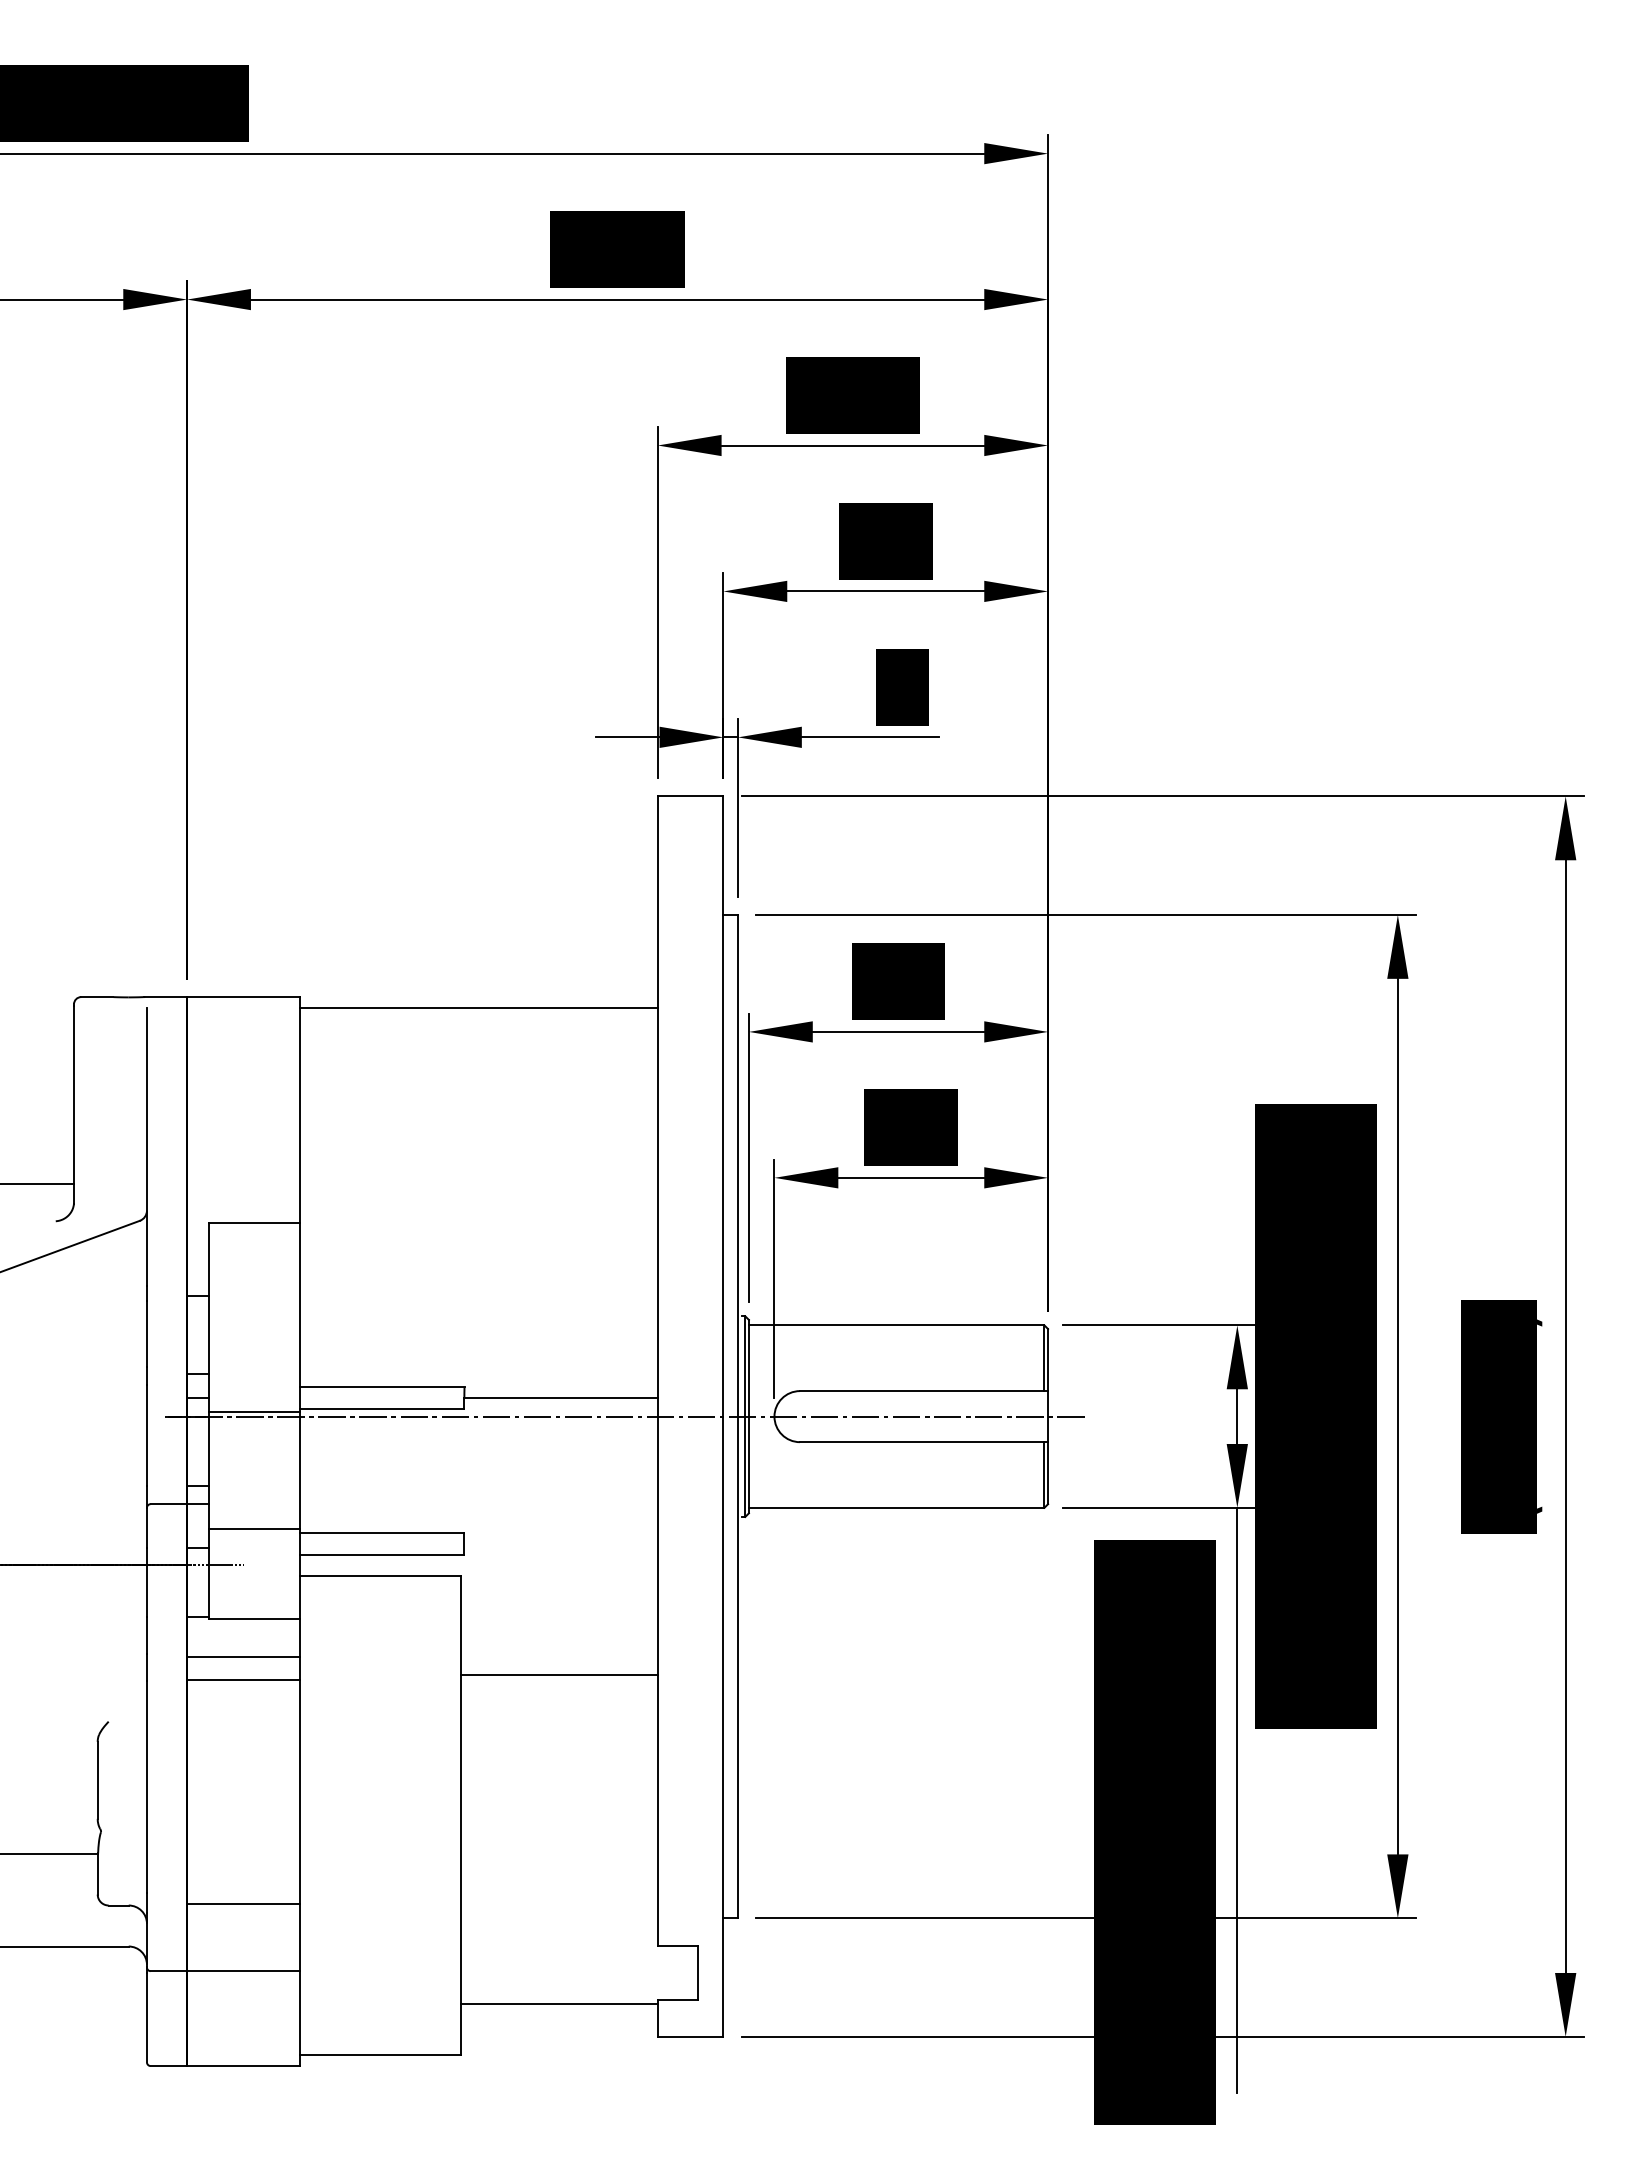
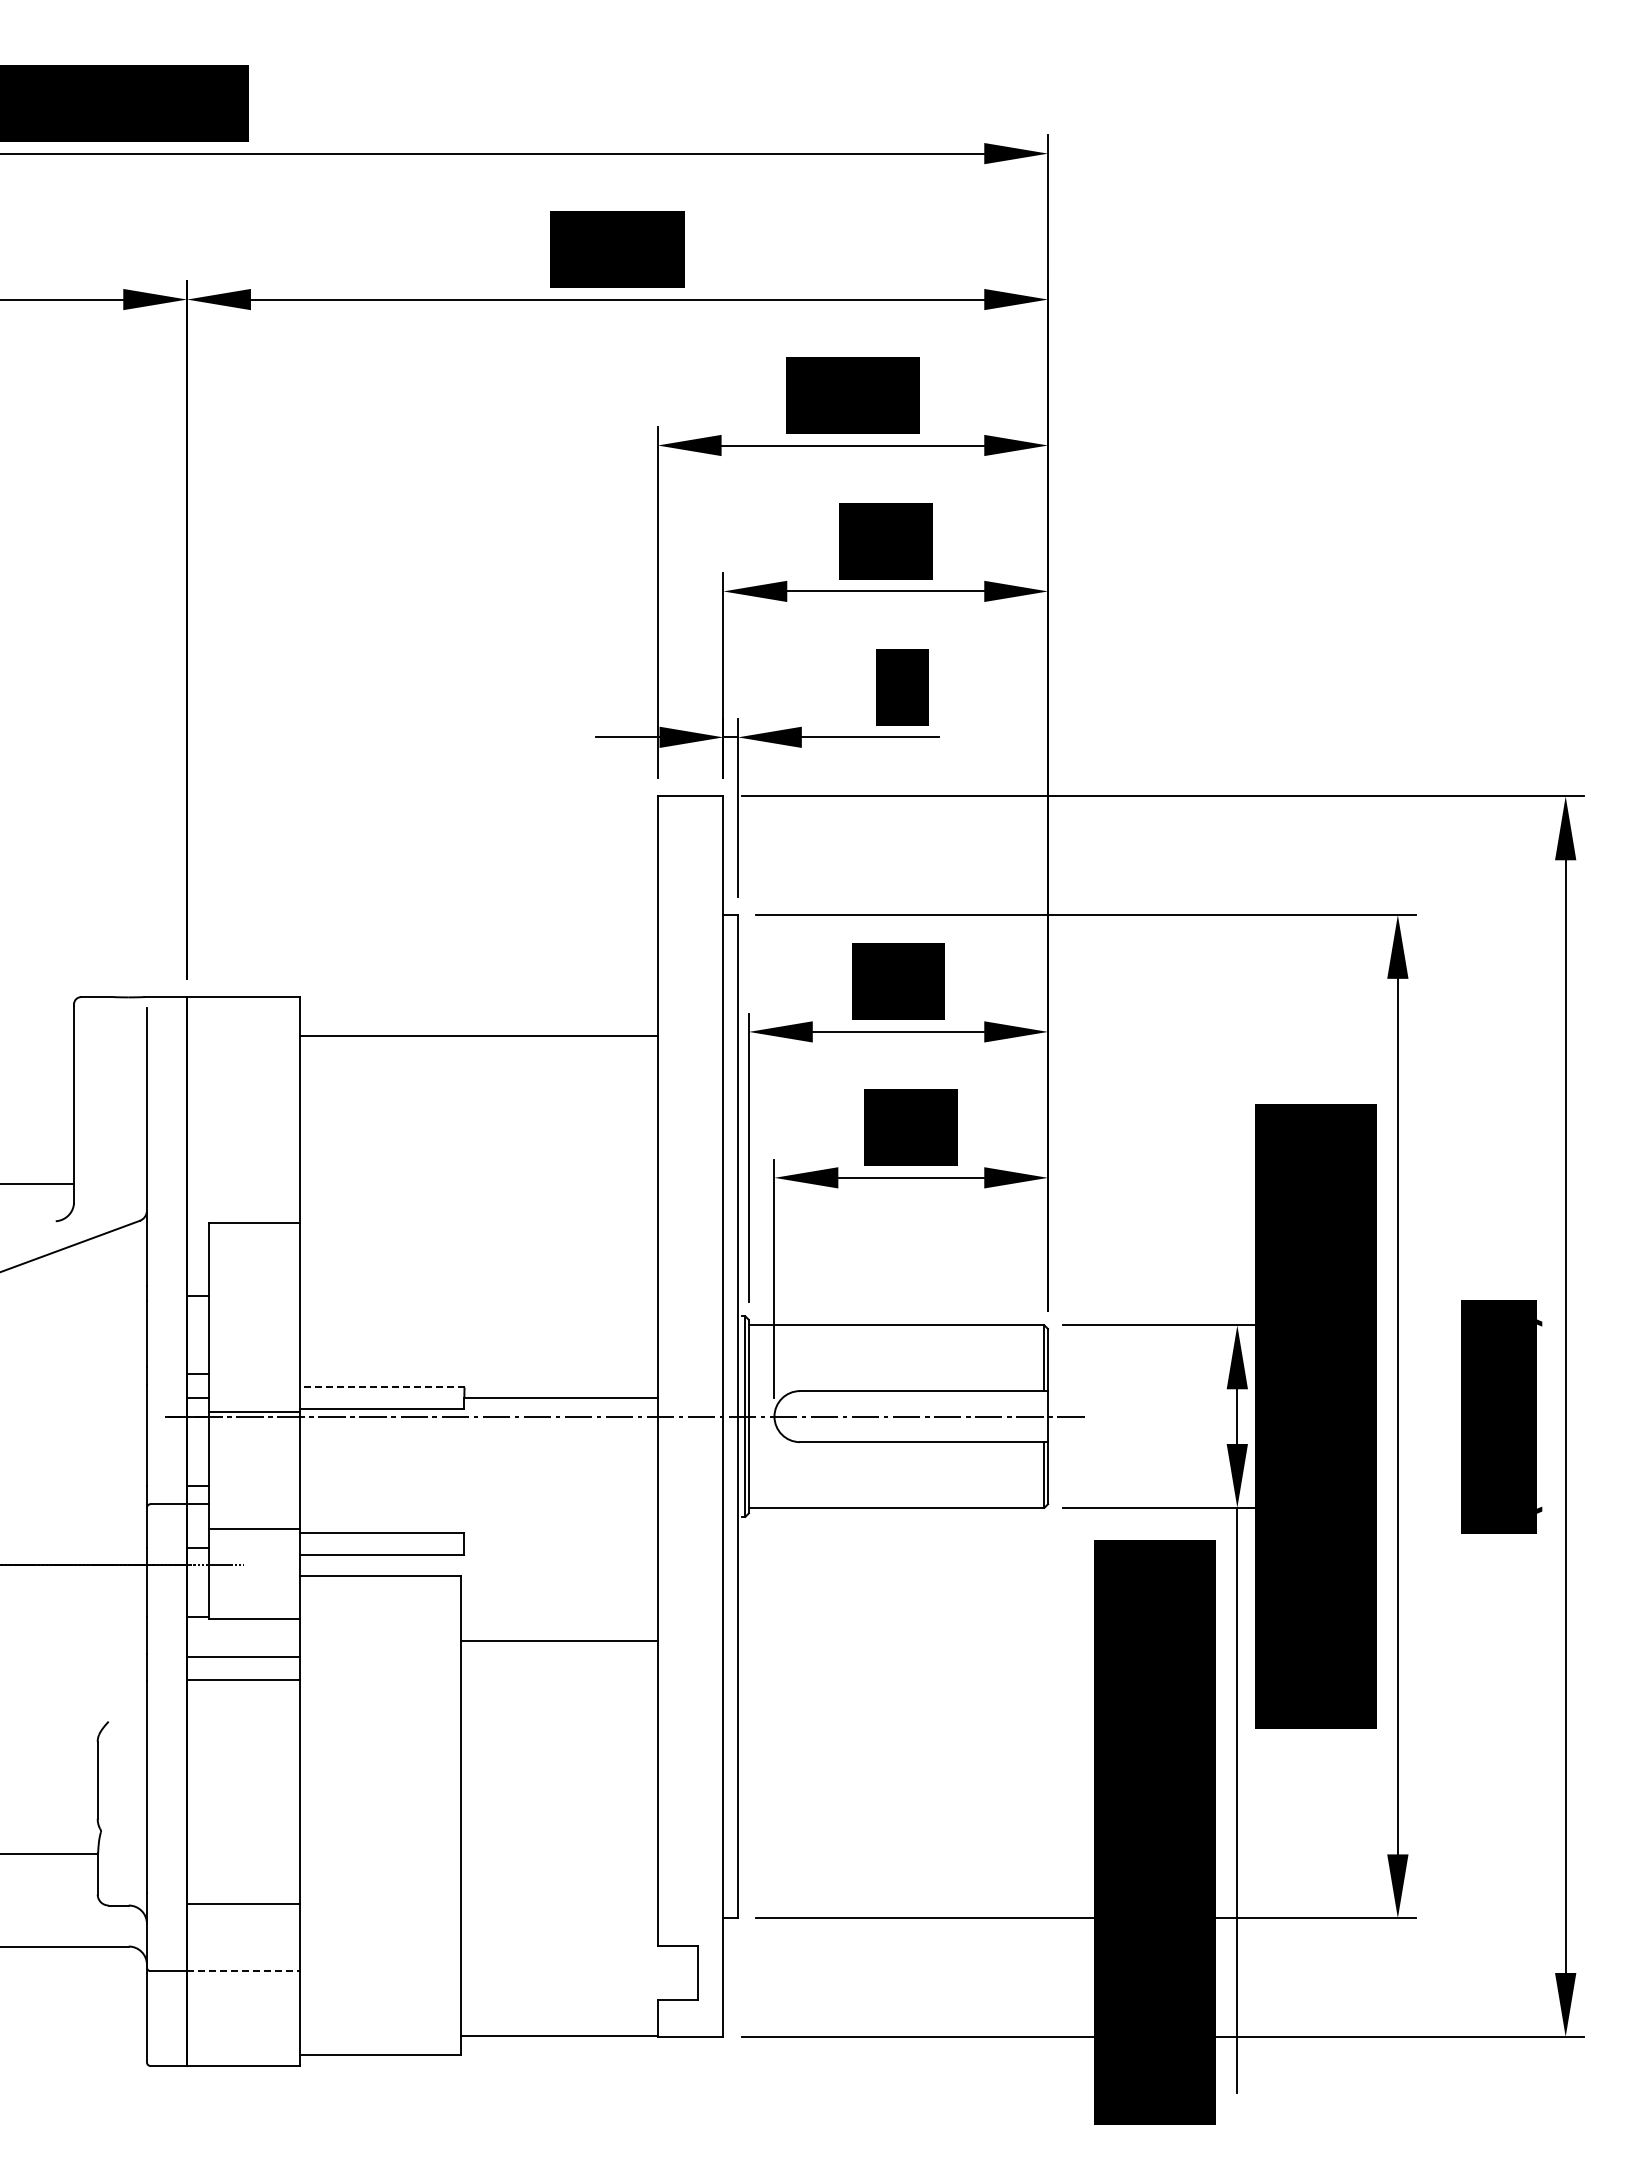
line at (478, 1008) position: (478, 1008) -> (478, 1036)
line at (381, 1387): solid -> dashed
line at (558, 1674) position: (558, 1674) -> (558, 1640)
line at (243, 1971): solid -> dashed
line at (558, 2004) position: (558, 2004) -> (558, 2036)
